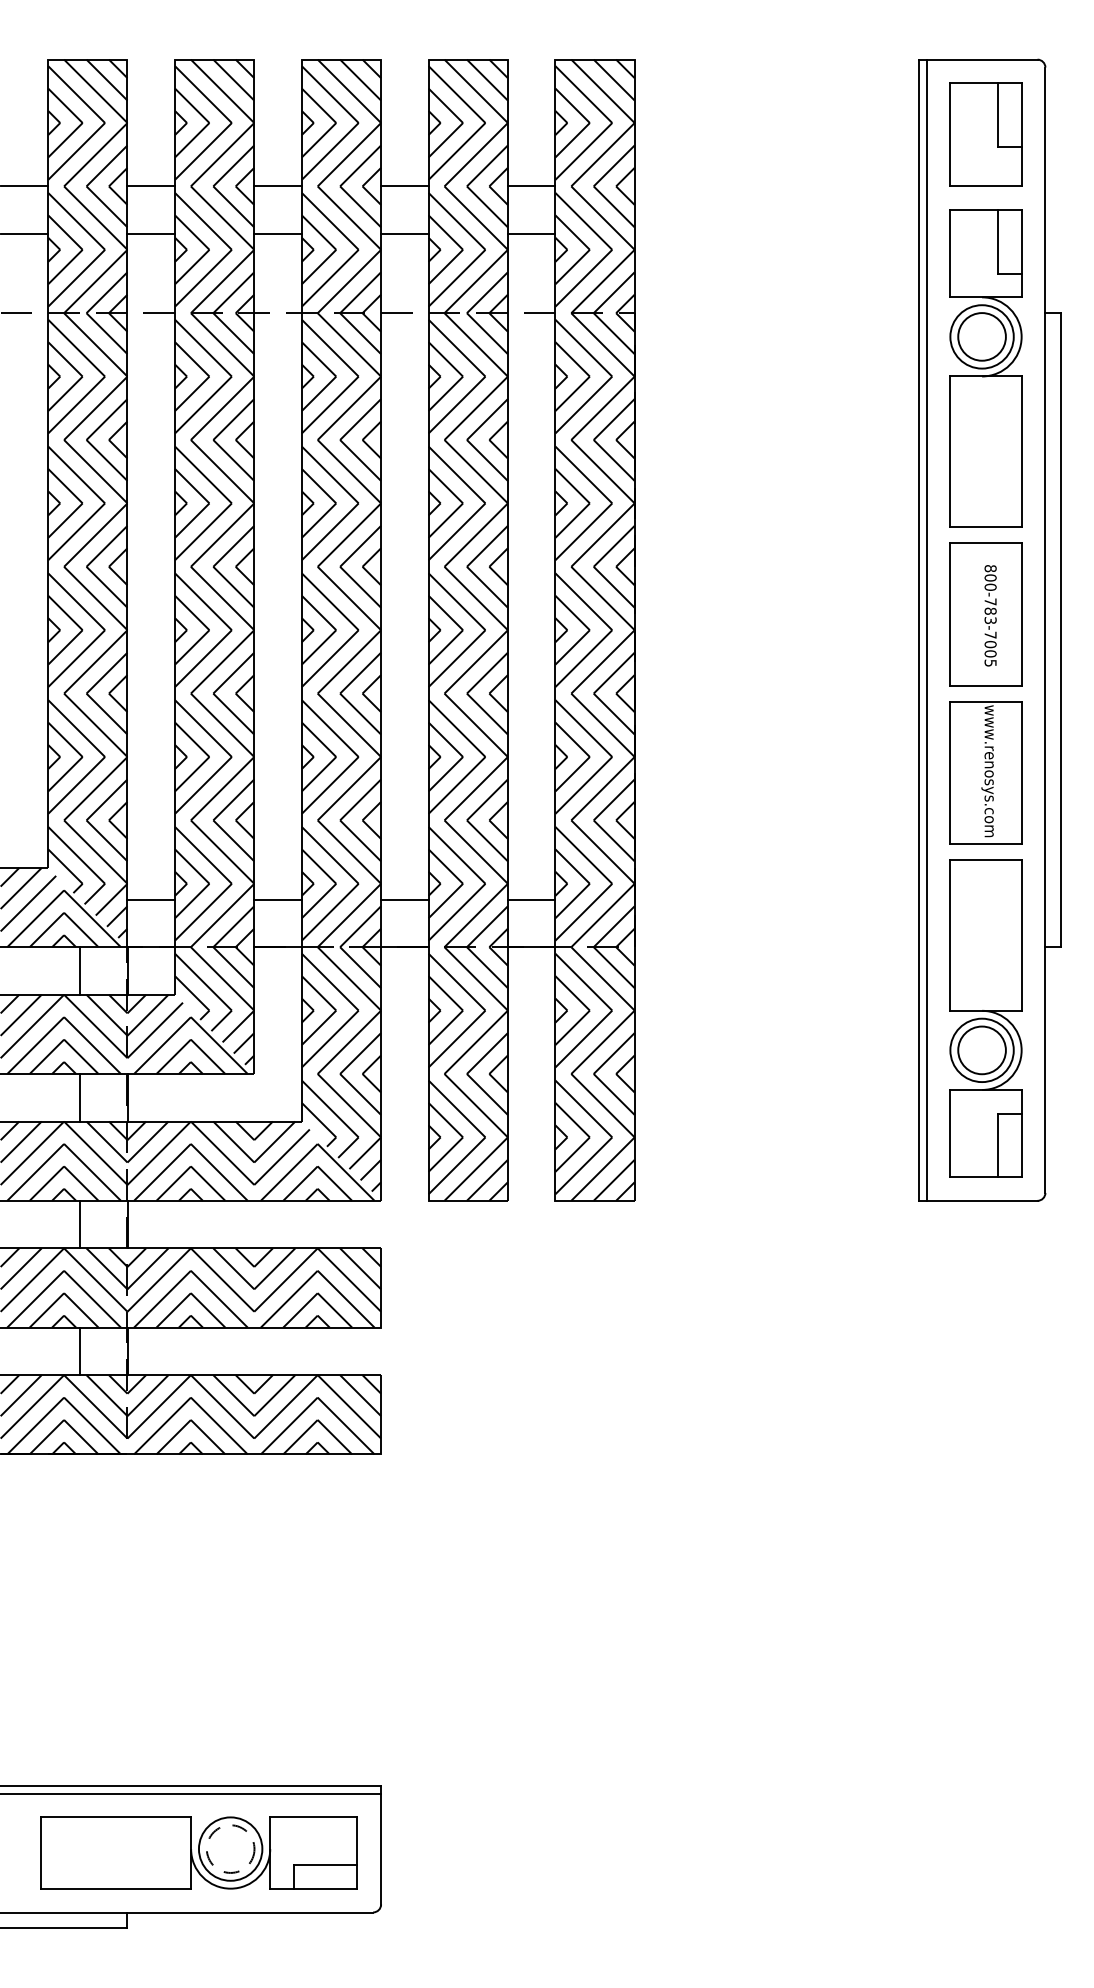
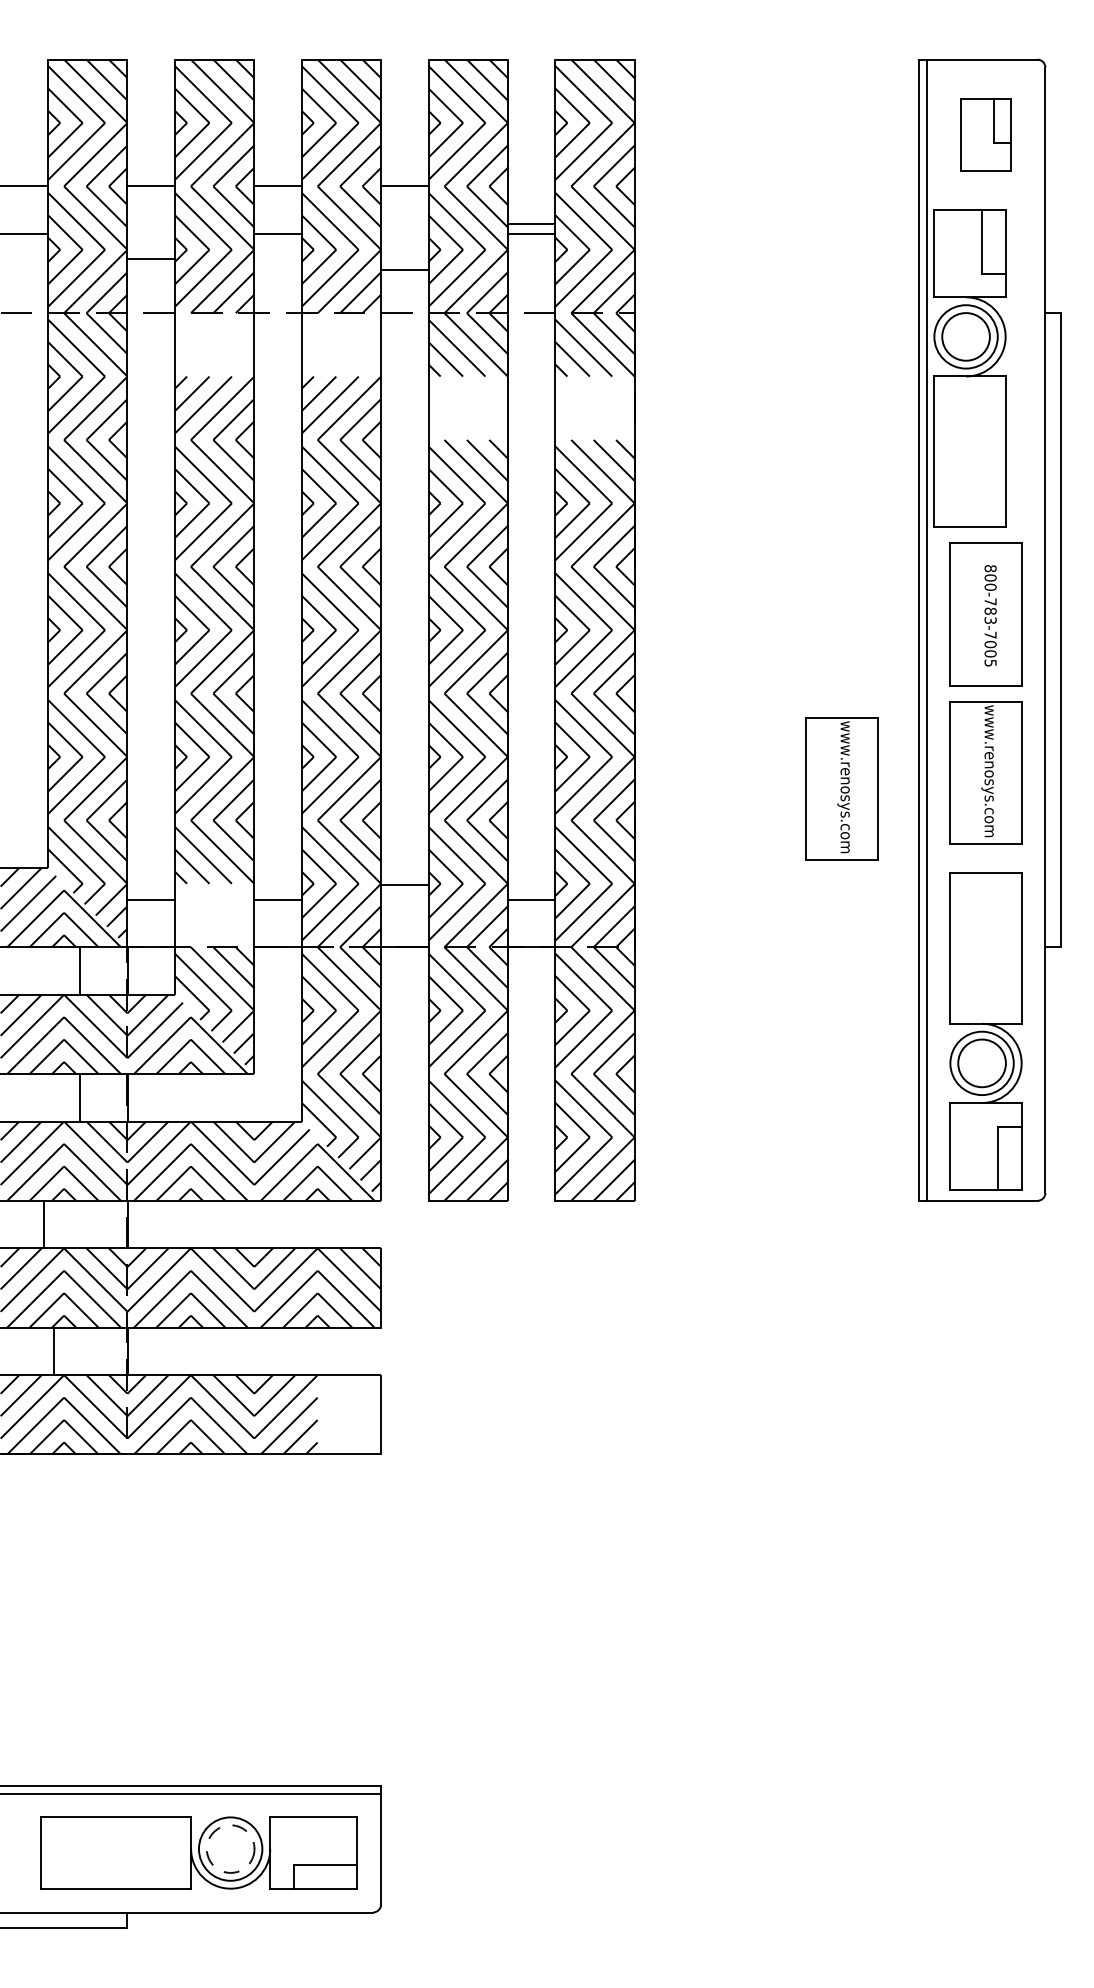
part at (985, 134) size: 74x105 px -> 52x74 px
line at (531, 186) position: (531, 186) -> (531, 224)
line at (151, 233) position: (151, 233) -> (151, 258)
line at (404, 233) position: (404, 233) -> (404, 269)
hatch at (214, 344): present -> none
hatch at (341, 344): present -> none
part at (985, 368) position: (985, 368) -> (969, 368)
hatch at (467, 408): present -> none
hatch at (594, 408): present -> none
part at (841, 788): none -> present
line at (404, 899) position: (404, 899) -> (404, 884)
hatch at (214, 915): present -> none
part at (985, 1018) position: (985, 1018) -> (985, 1031)
line at (80, 1224) position: (80, 1224) -> (44, 1224)
line at (80, 1351) position: (80, 1351) -> (54, 1351)
hatch at (349, 1414): present -> none
